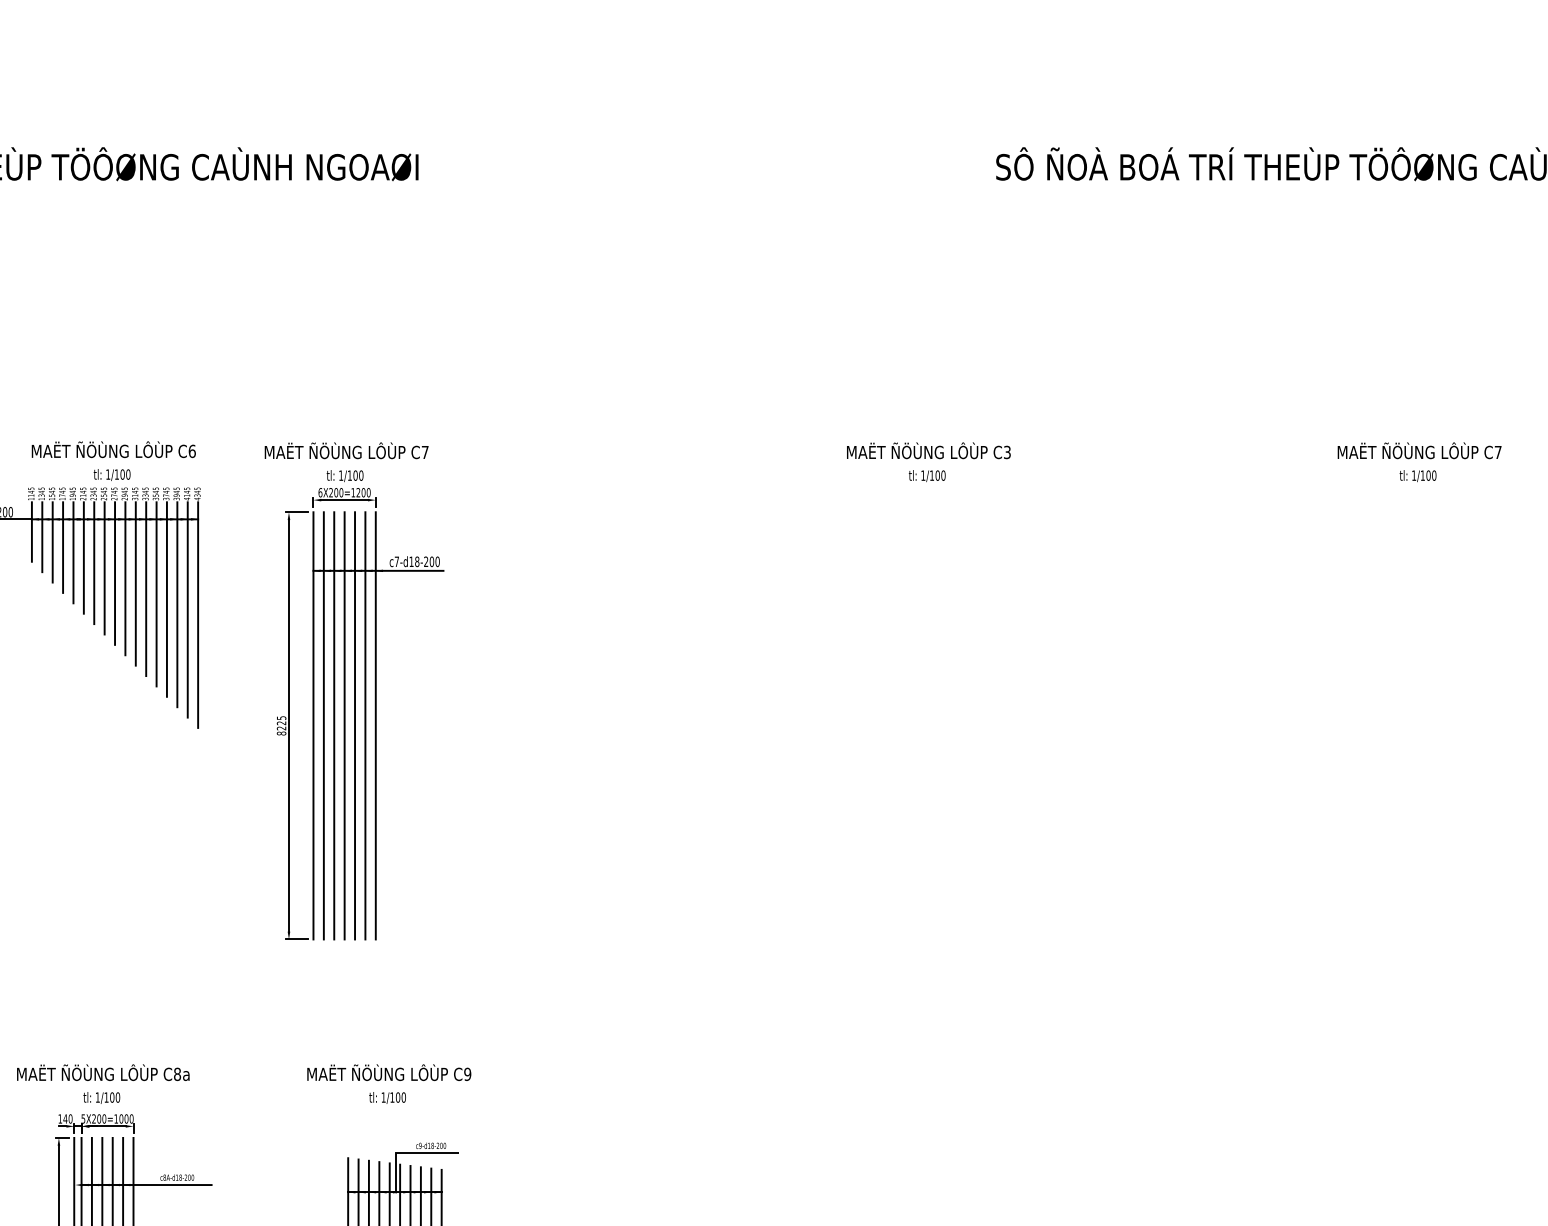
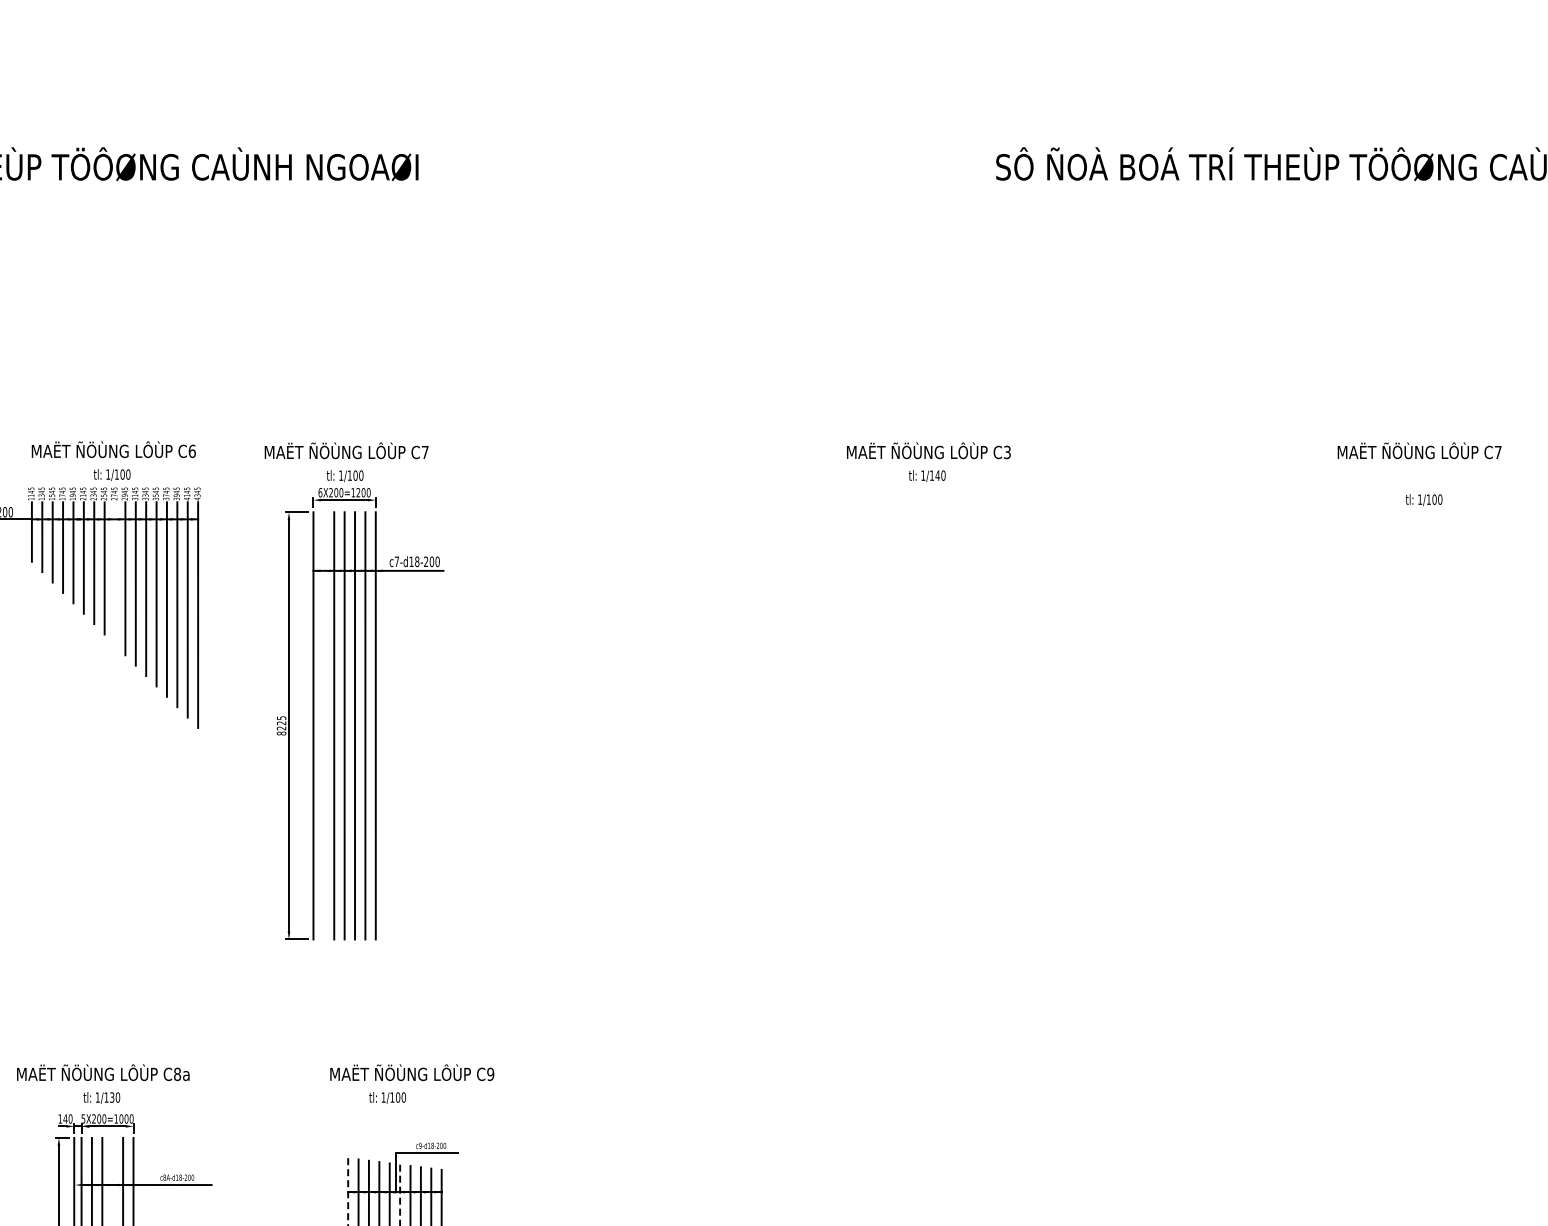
text at (937, 475): 1/100 -> 1/140
text at (1417, 476) position: (1417, 476) -> (1423, 500)
line at (115, 573): present -> none
line at (323, 725): present -> none
text at (389, 1072) position: (389, 1072) -> (412, 1072)
text at (112, 1097): 1/100 -> 1/130
line at (112, 1179): present -> none
line at (348, 1191): solid -> dashed
line at (400, 1195): solid -> dashed
